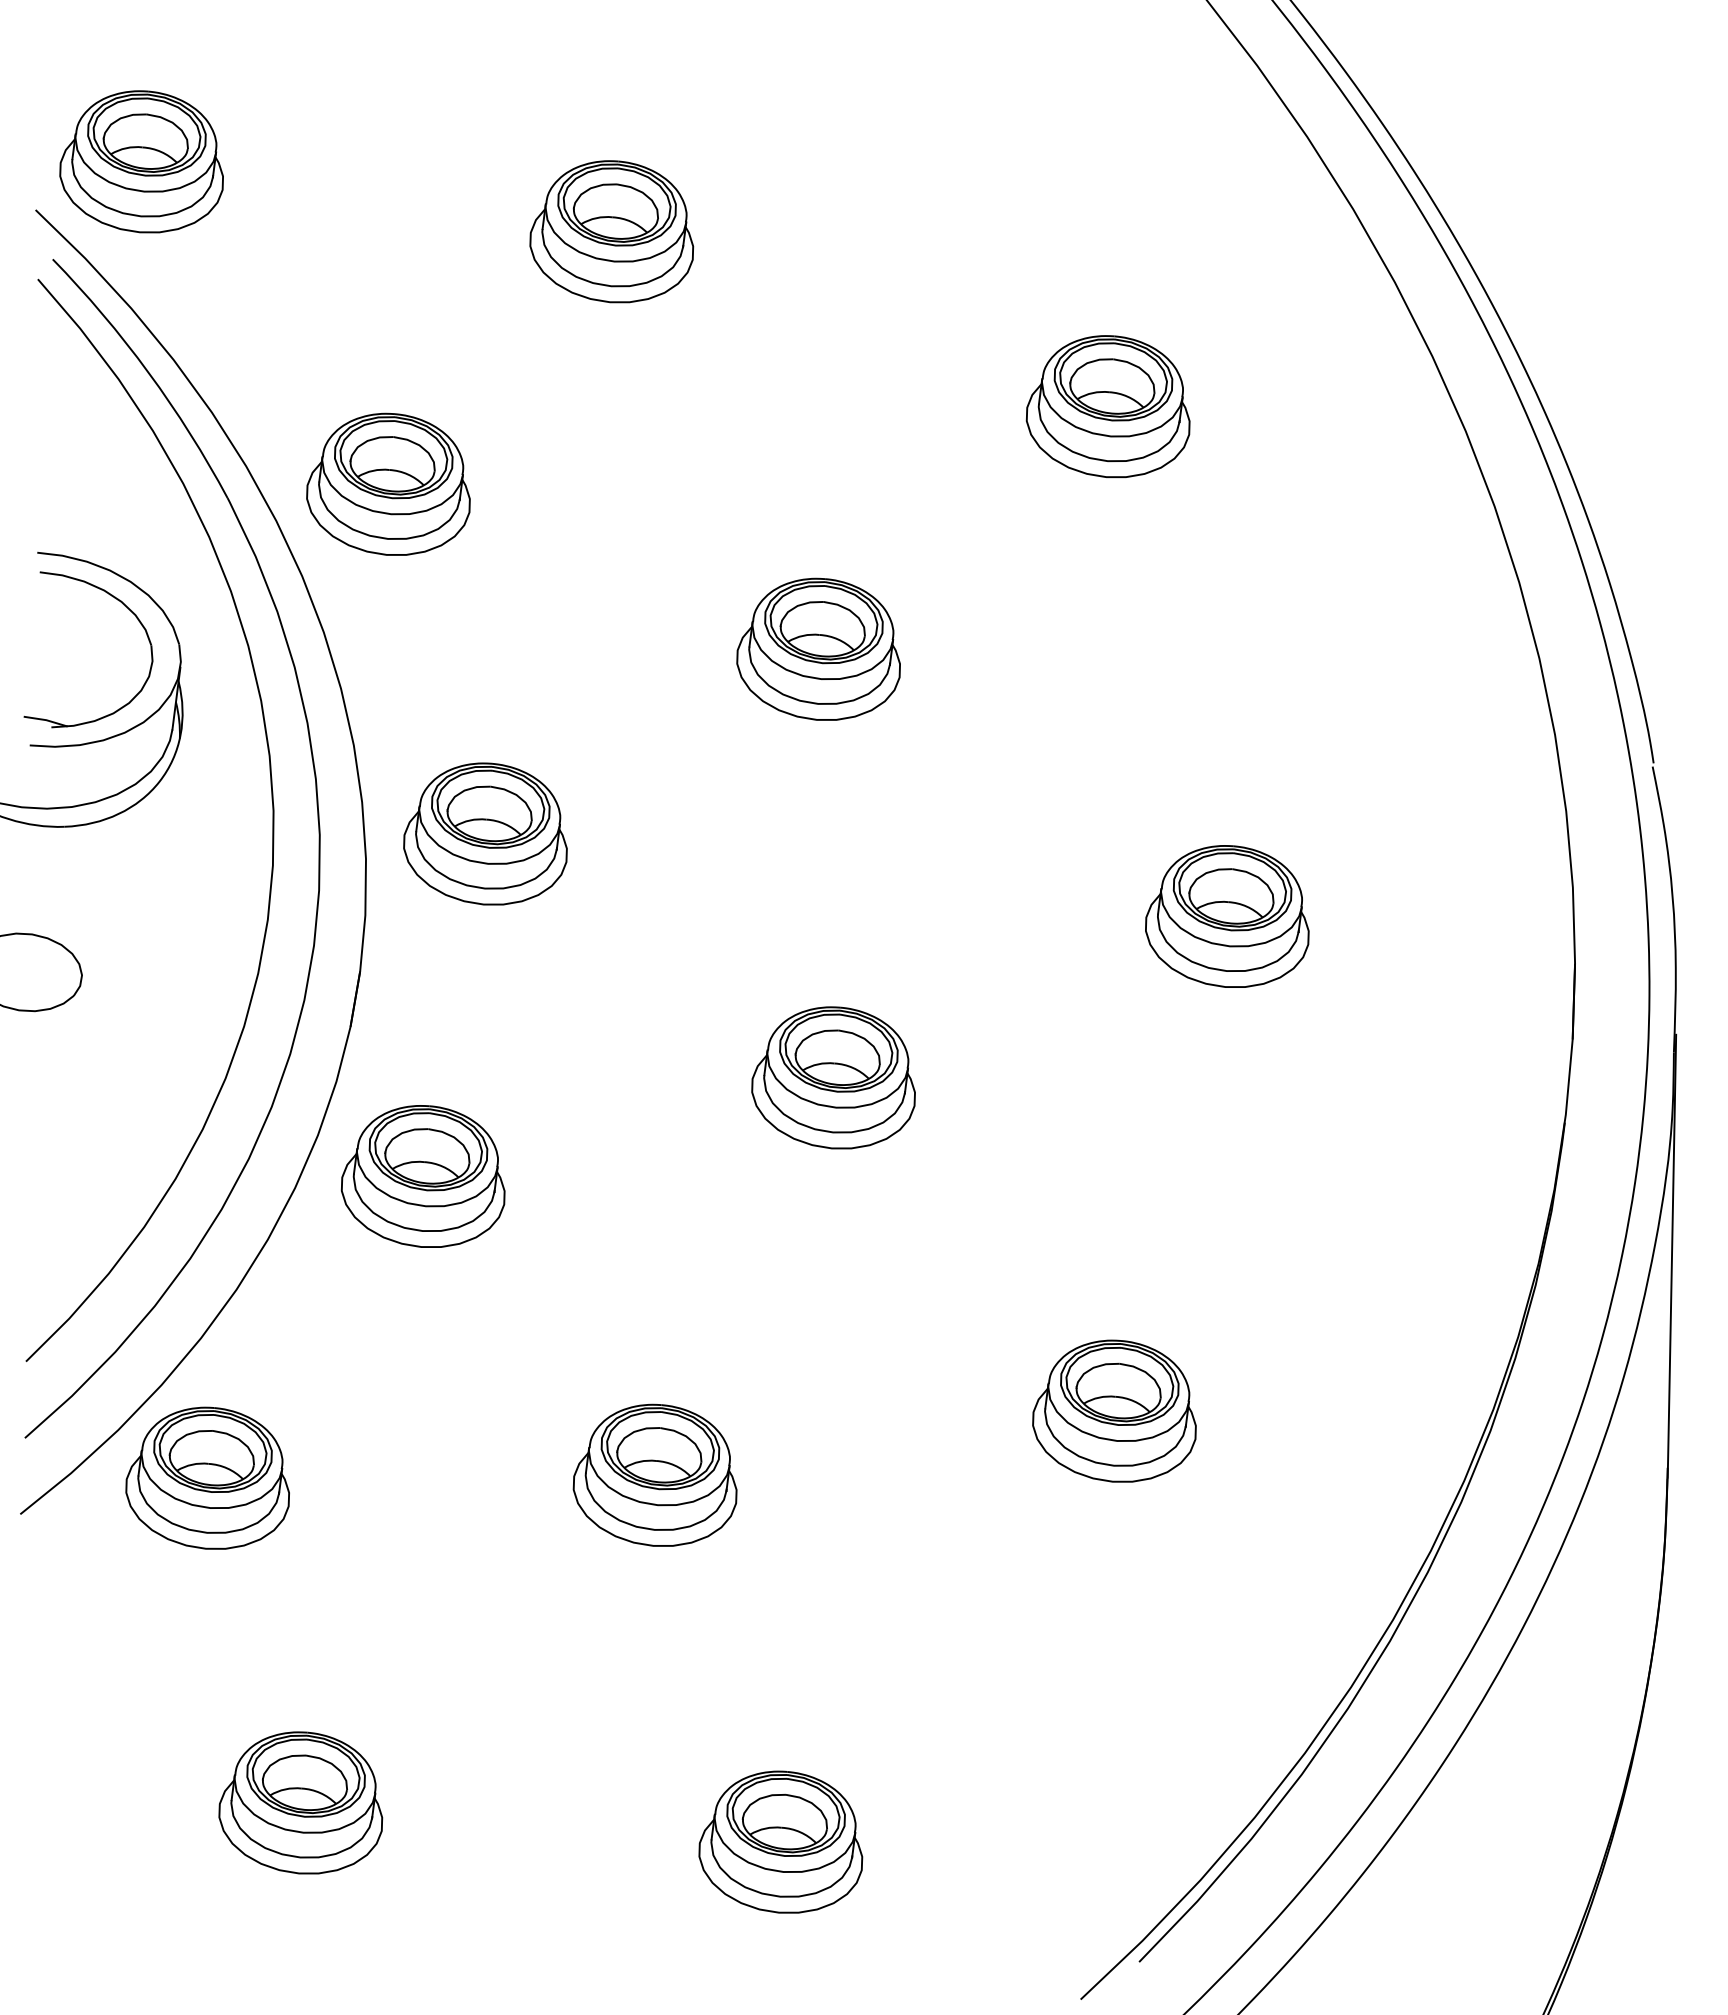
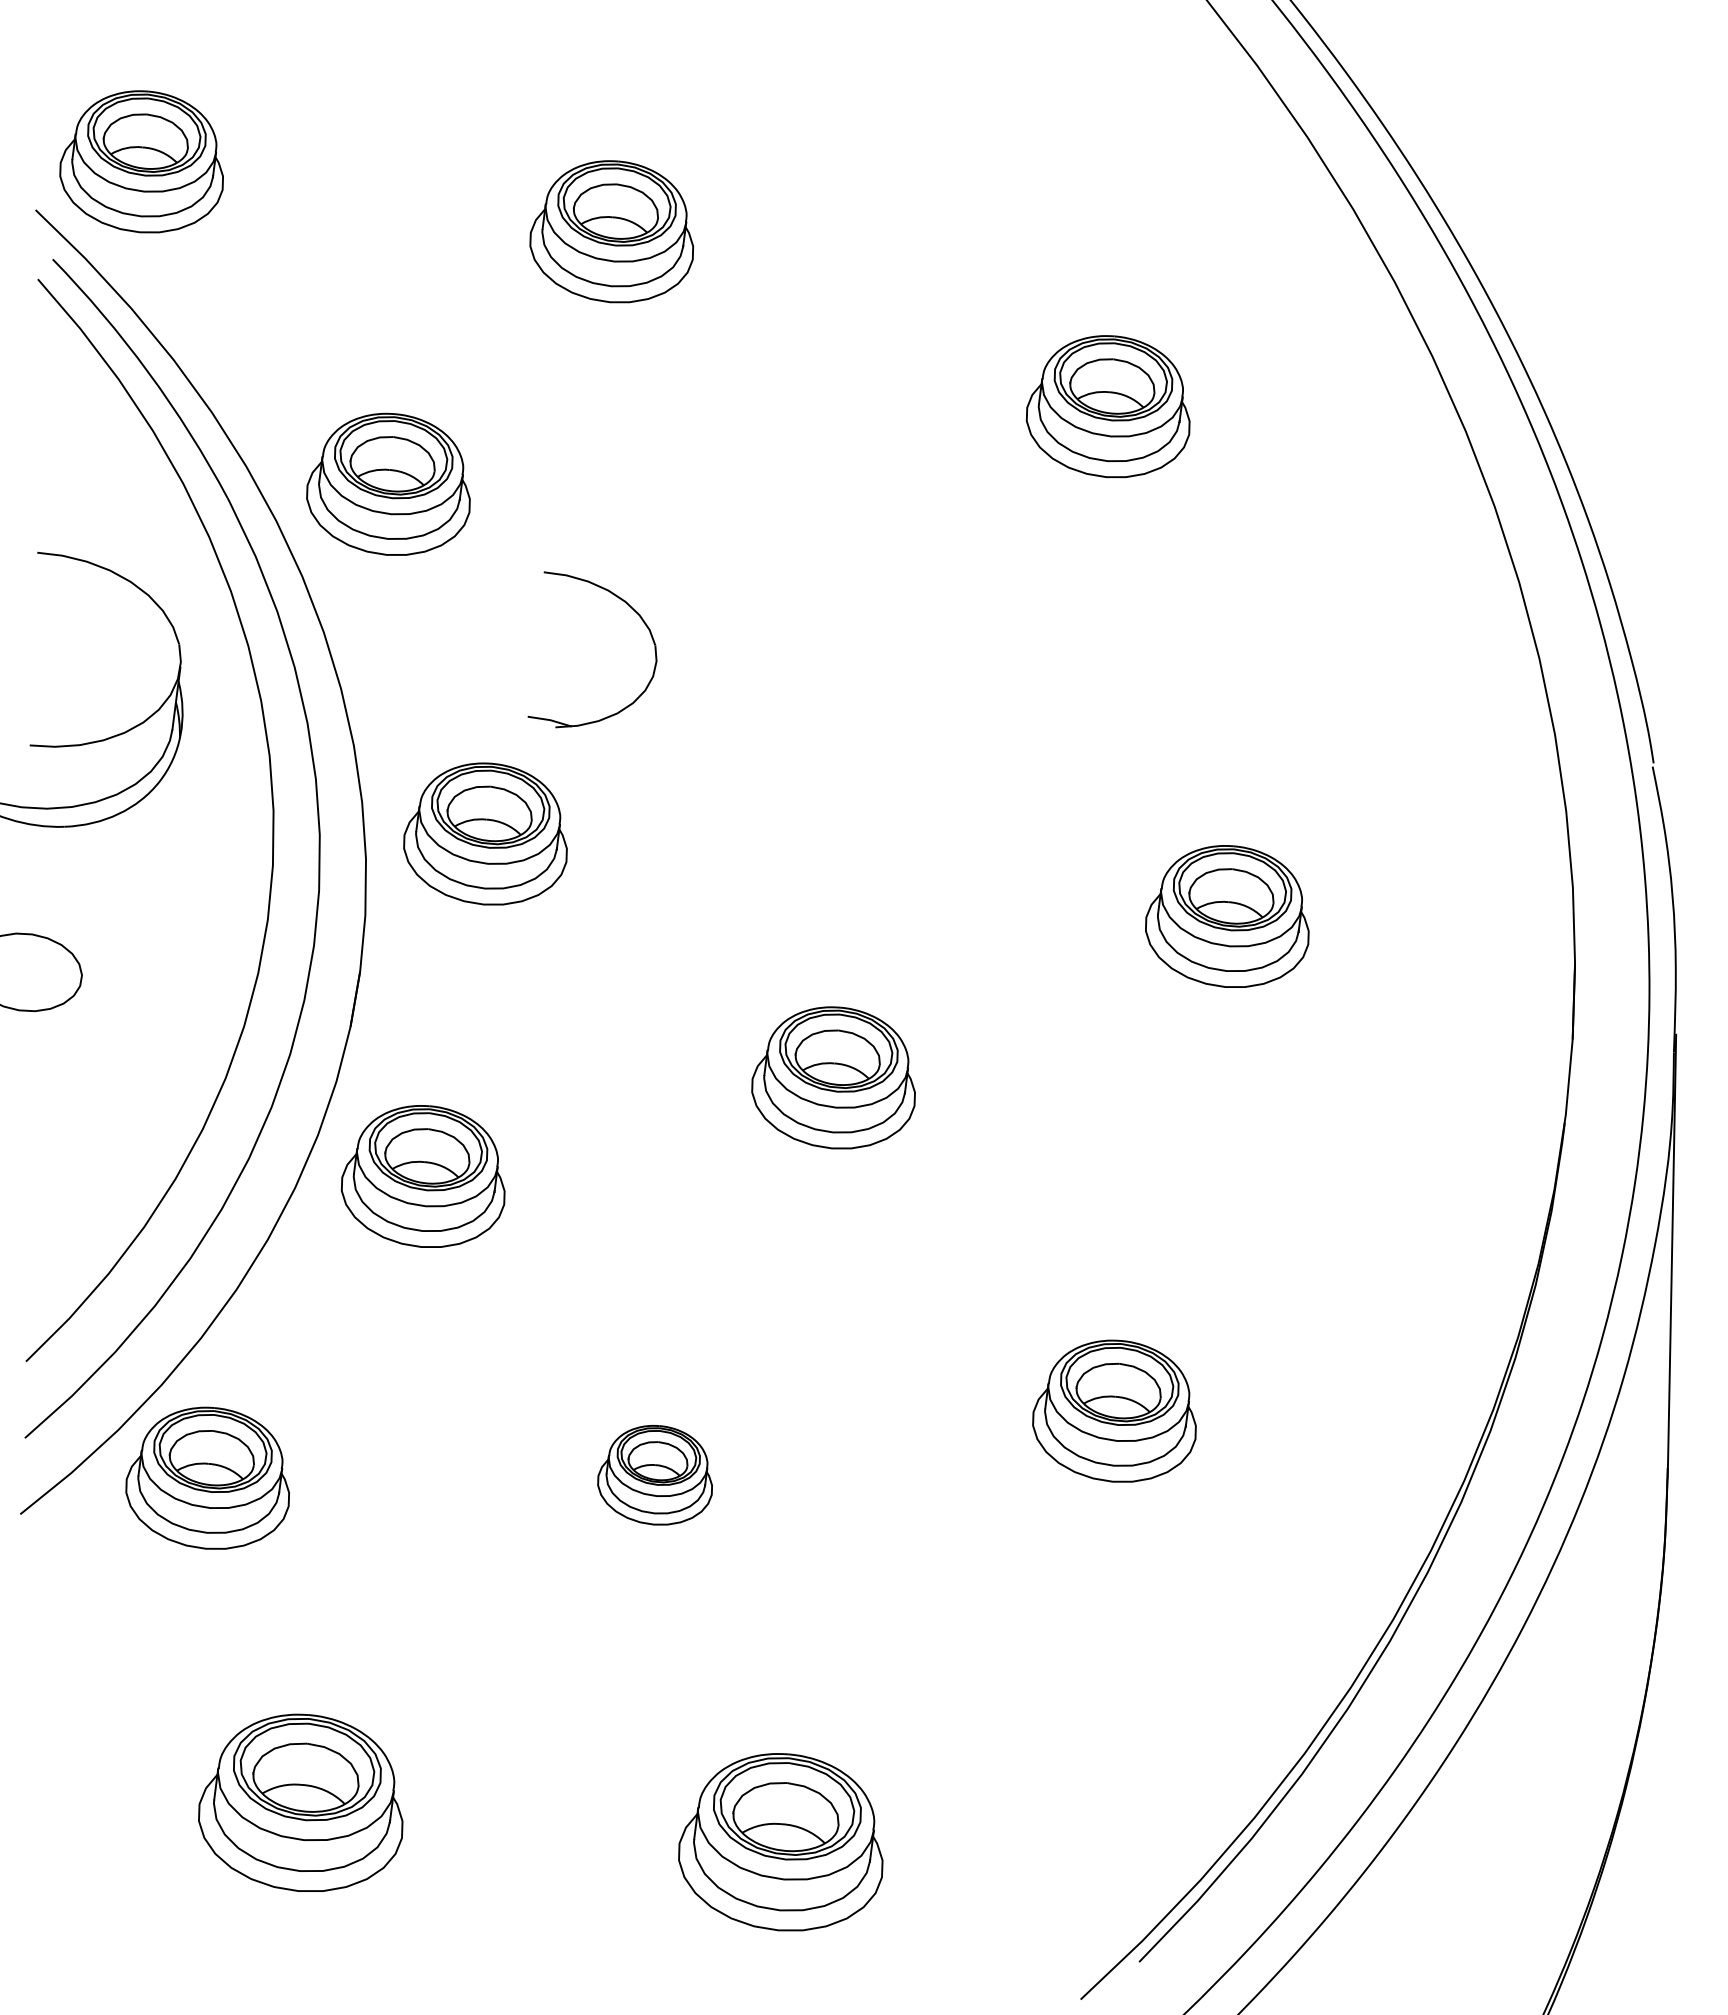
part at (123, 605) position: (123, 605) -> (627, 605)
part at (818, 648): present -> none
part at (654, 1474) size: 166x144 px -> 116x101 px
part at (300, 1802) size: 166x144 px -> 206x179 px
part at (780, 1841) size: 166x144 px -> 206x179 px
